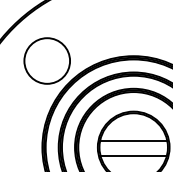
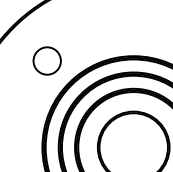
circle at (47, 60) diameter: 46 px -> 27 px
line at (133, 140): present -> none
line at (133, 155): present -> none
